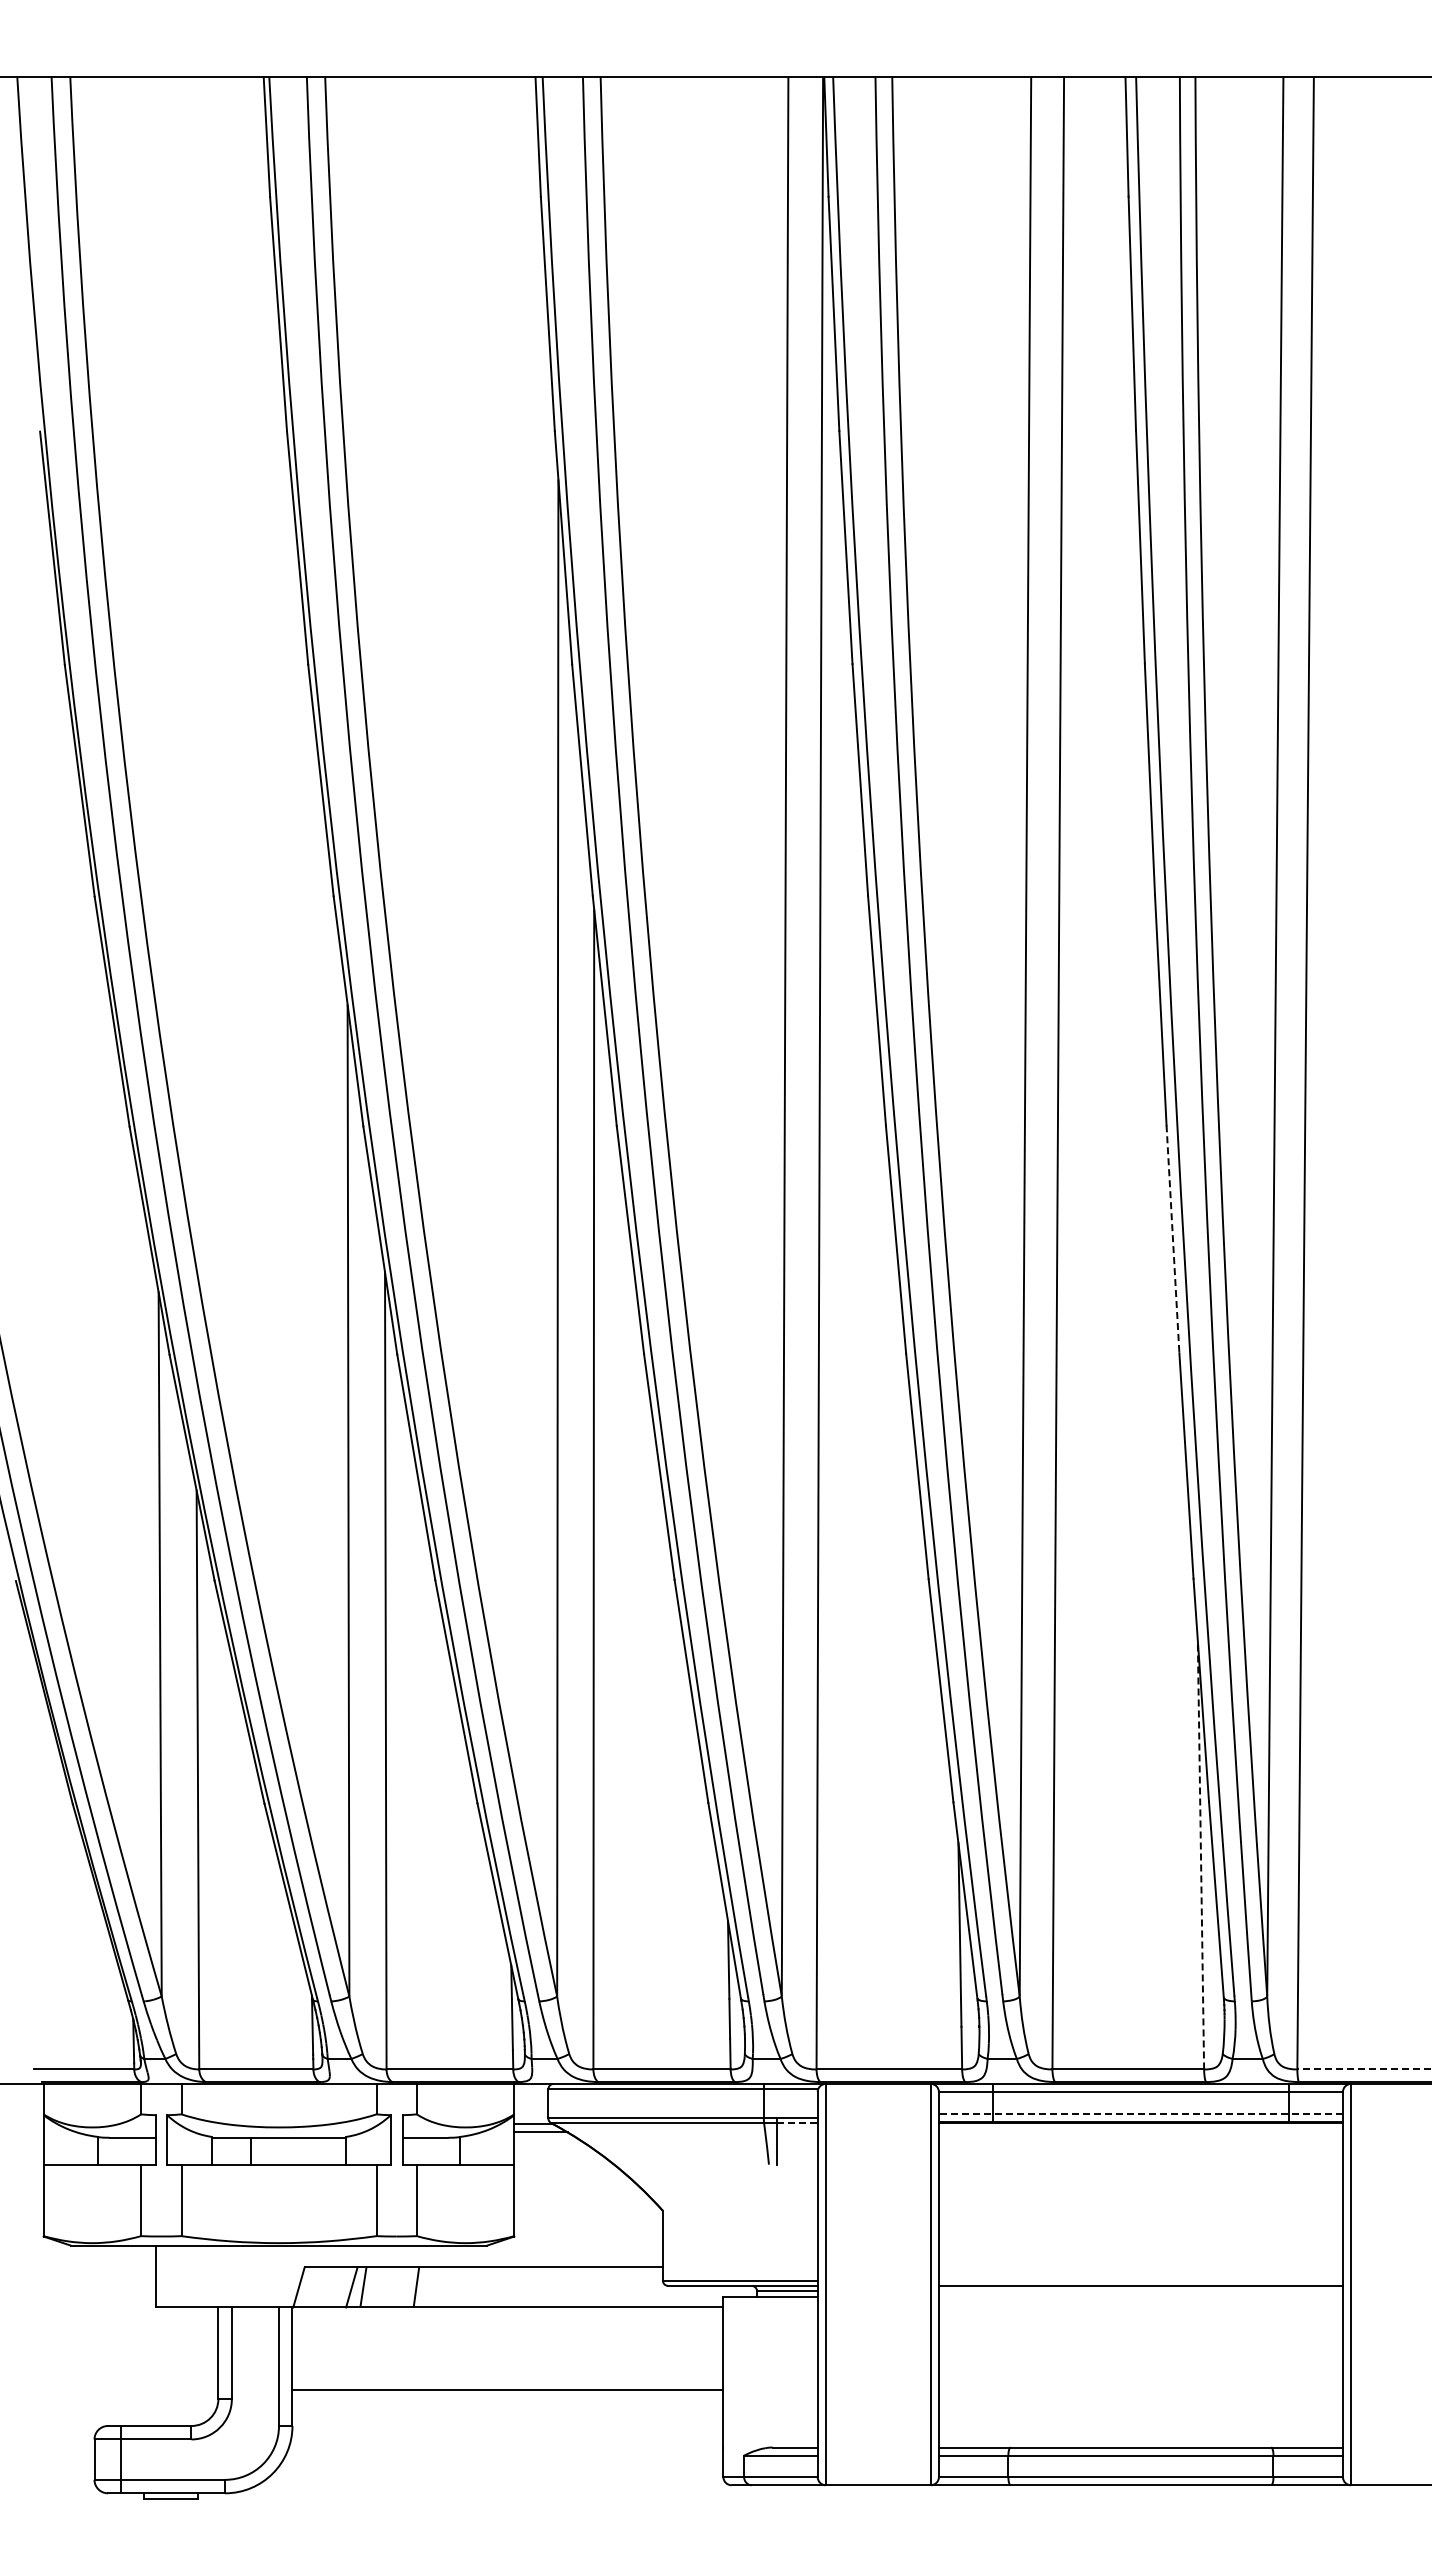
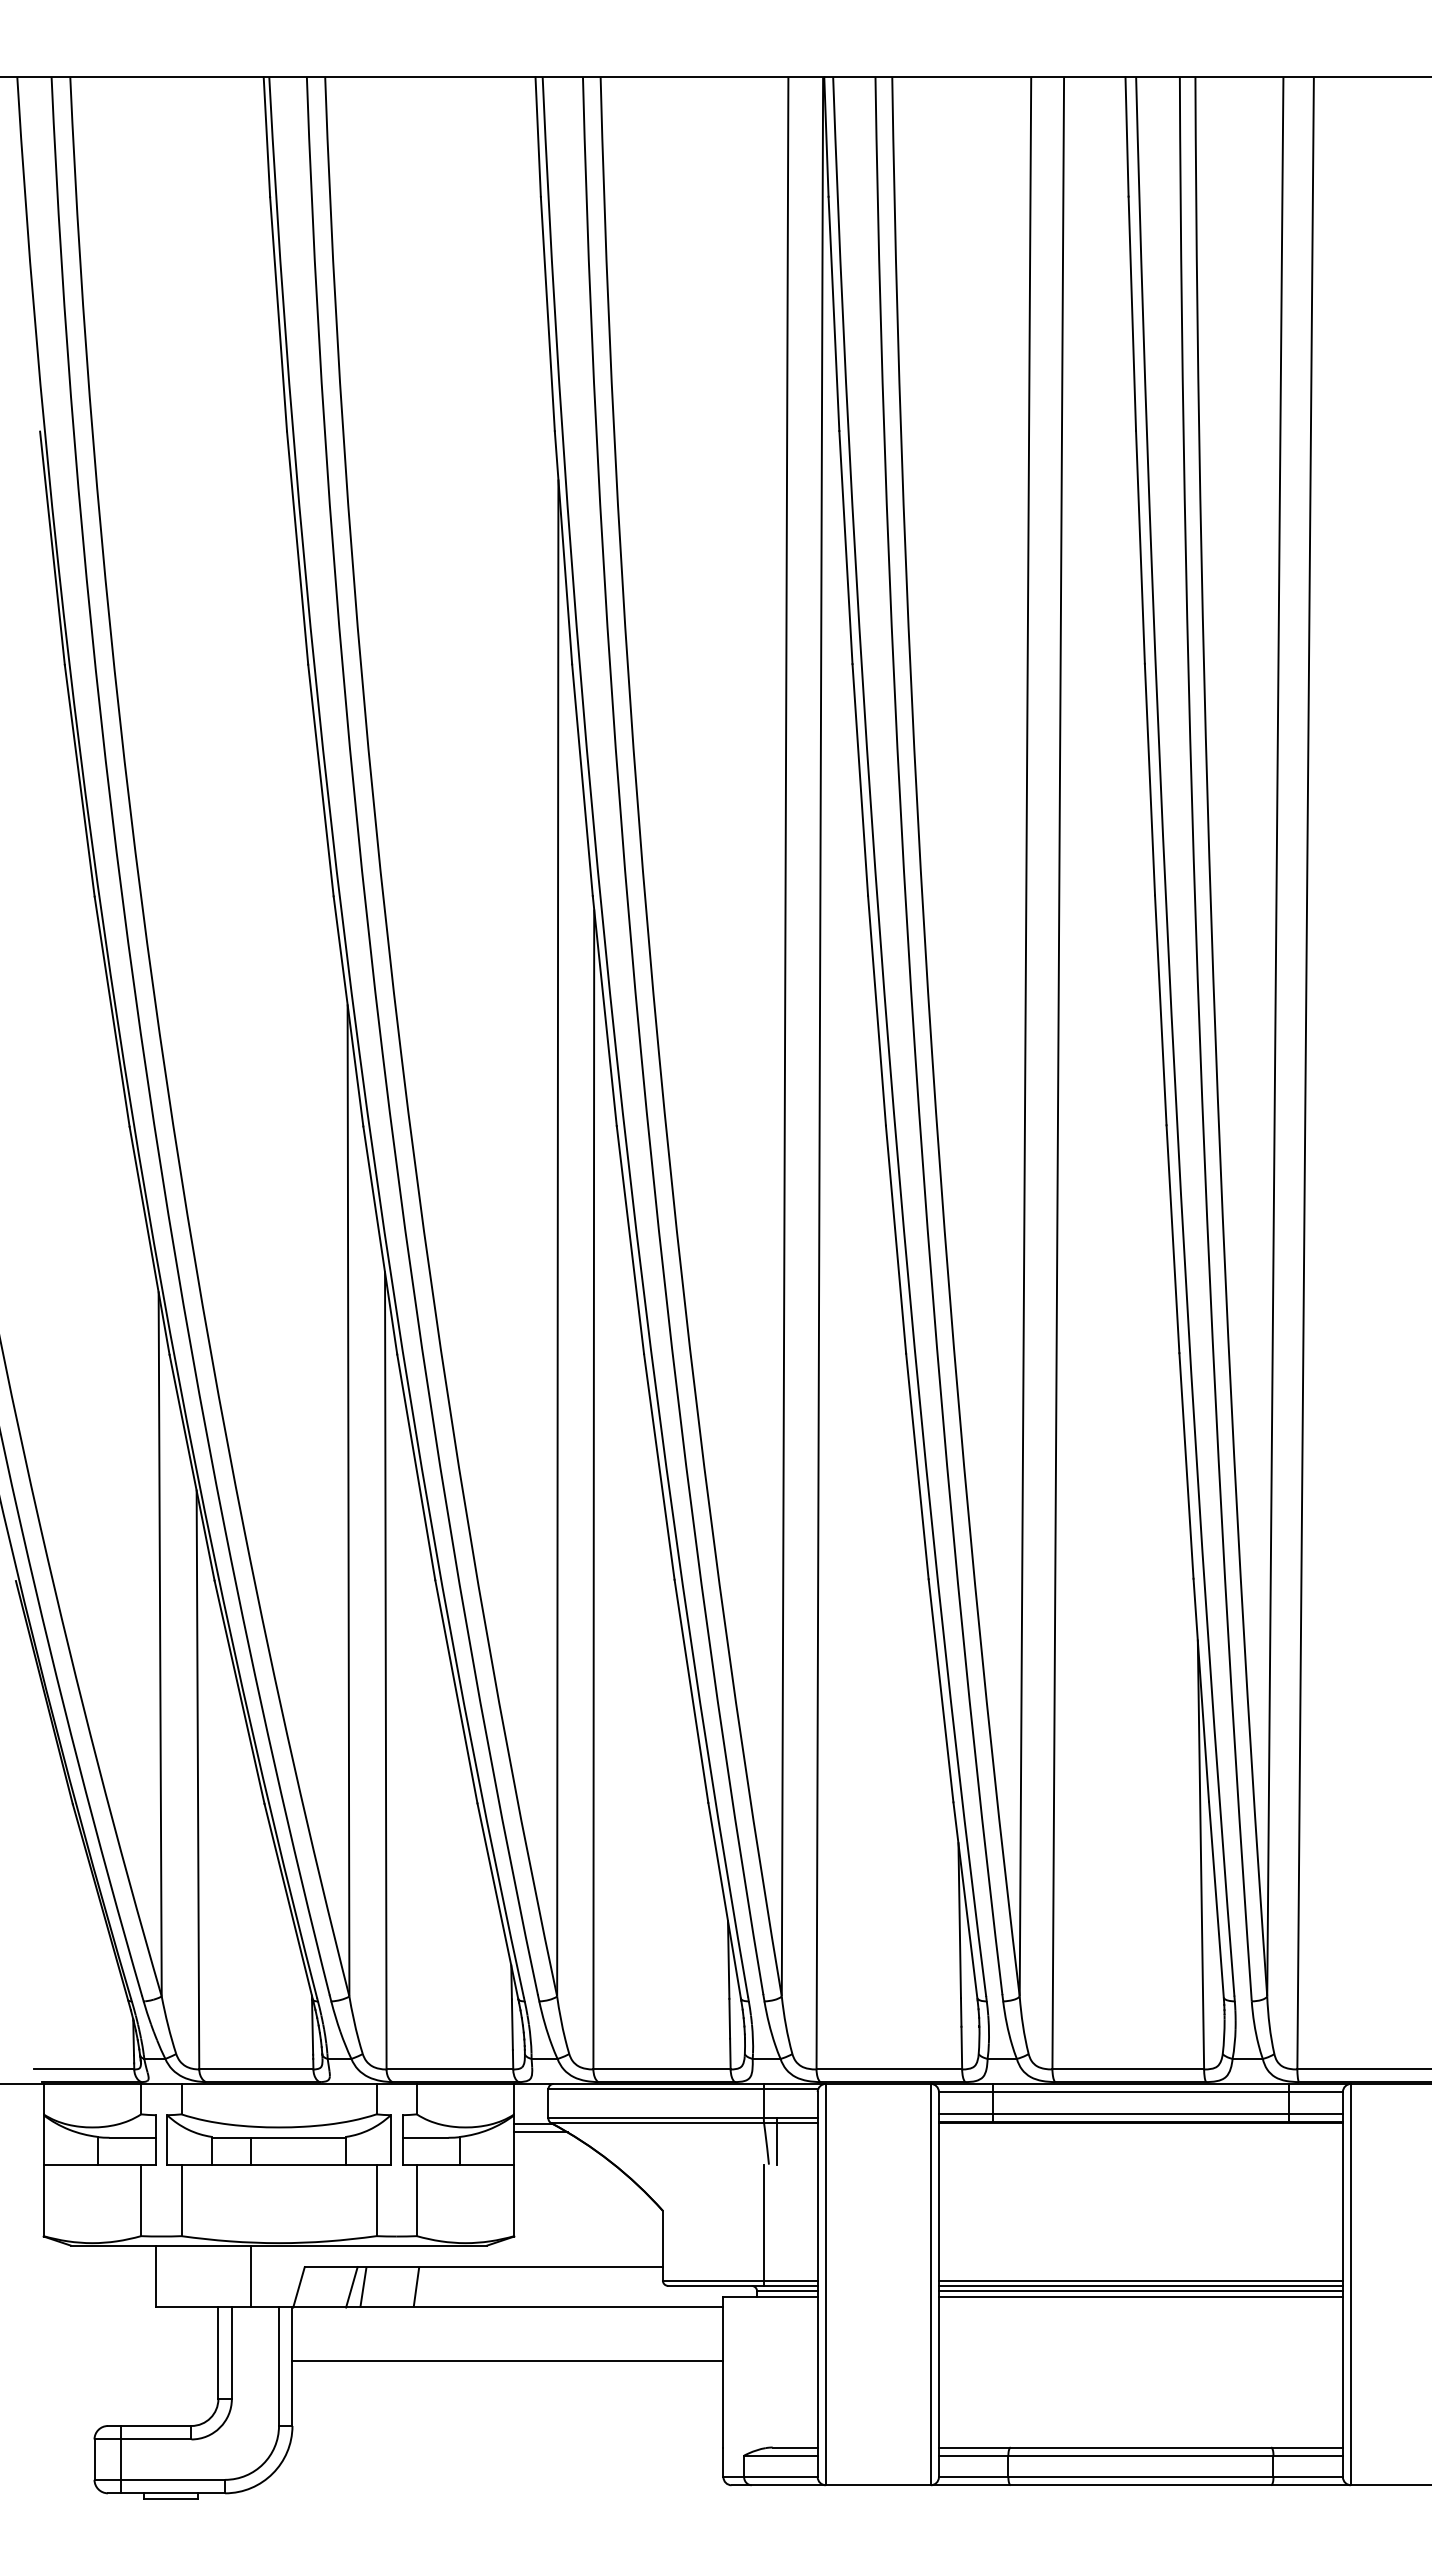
line at (1173, 1239): dashed -> solid
line at (1200, 1854): dashed -> solid
line at (1364, 2069): dashed -> solid
line at (1140, 2113): dashed -> solid
line at (798, 2123): dashed -> solid
line at (763, 2224): none -> present
line at (250, 2276): none -> present
line at (1140, 2280): none -> present
line at (1140, 2291): none -> present
line at (1140, 2296): none -> present
line at (507, 2390) position: (507, 2390) -> (507, 2361)
